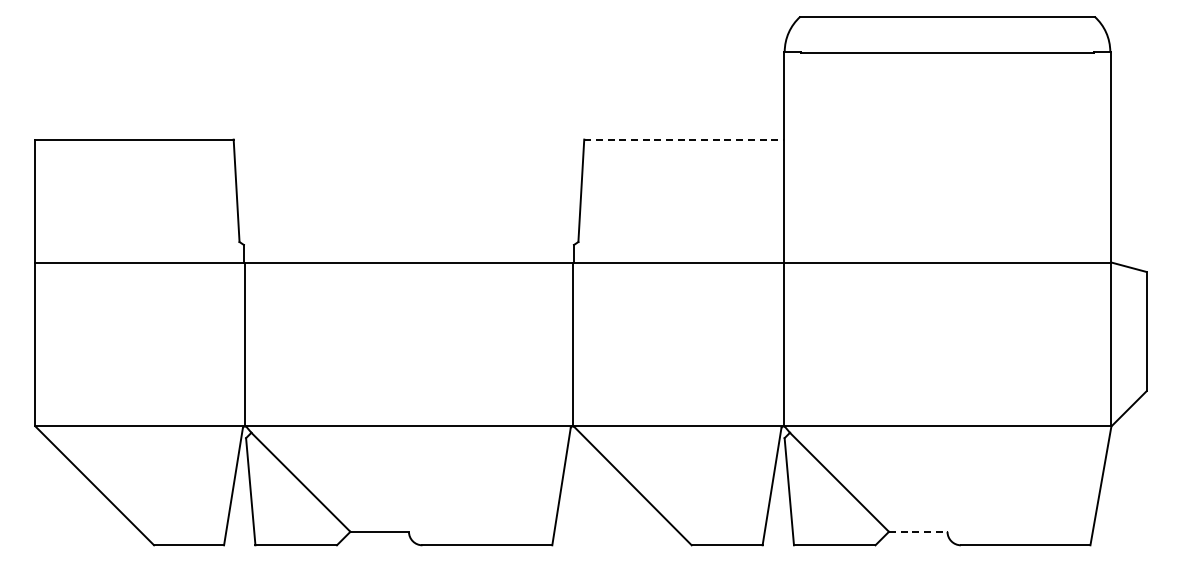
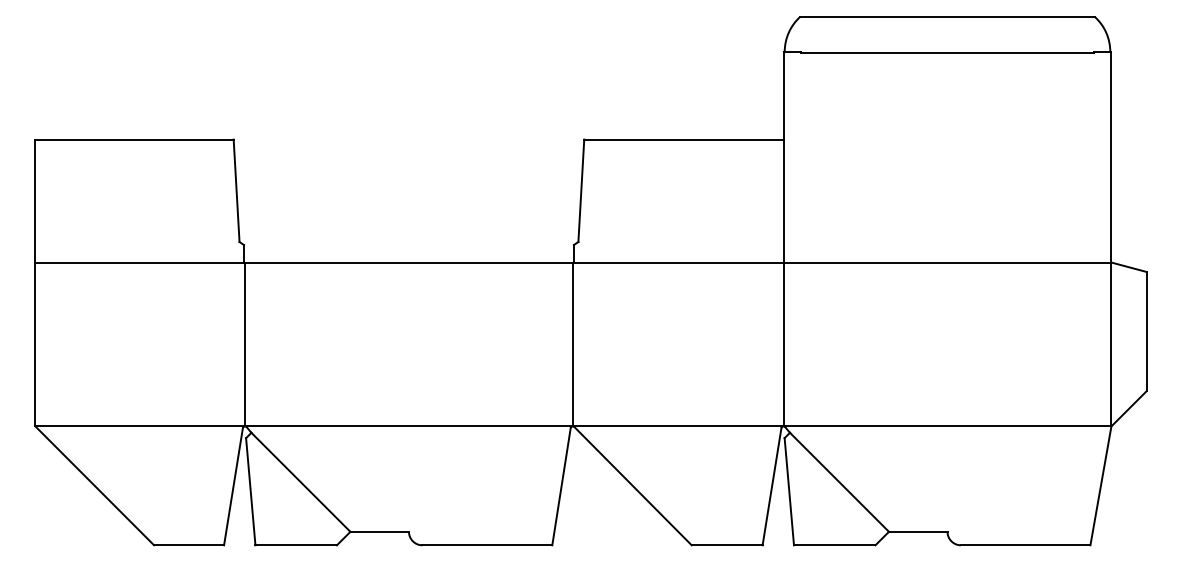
line at (683, 139): dashed -> solid
line at (918, 531): dashed -> solid
